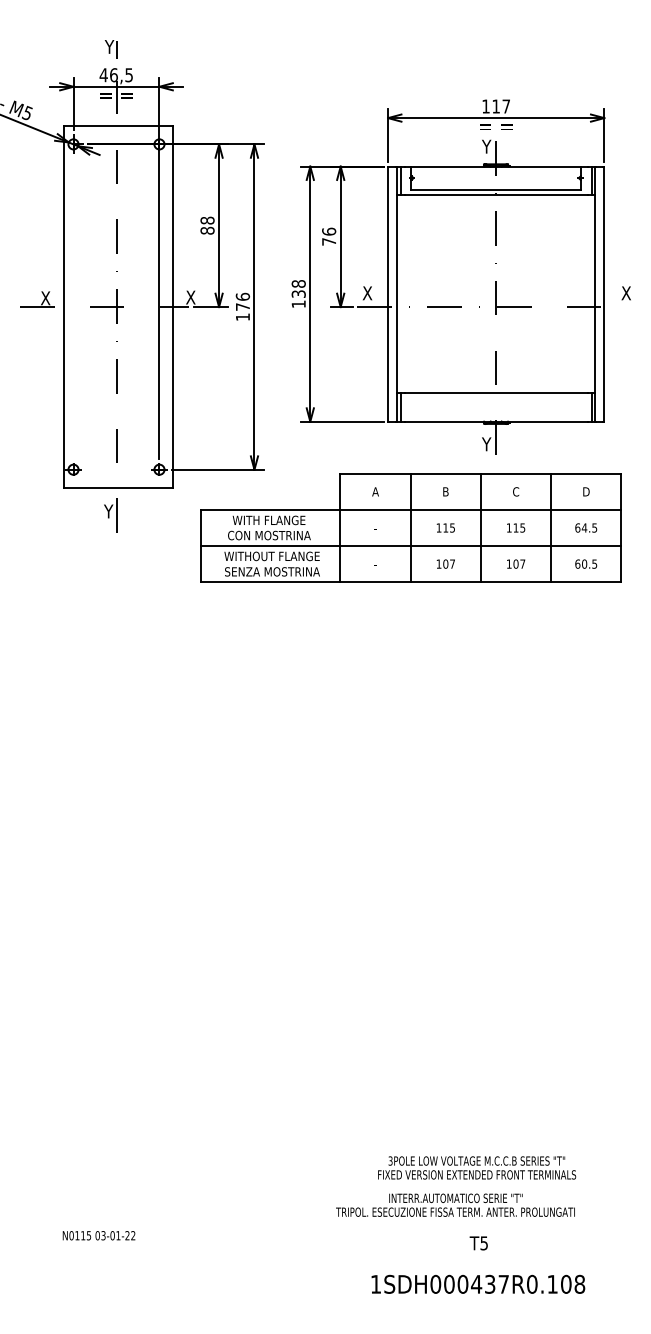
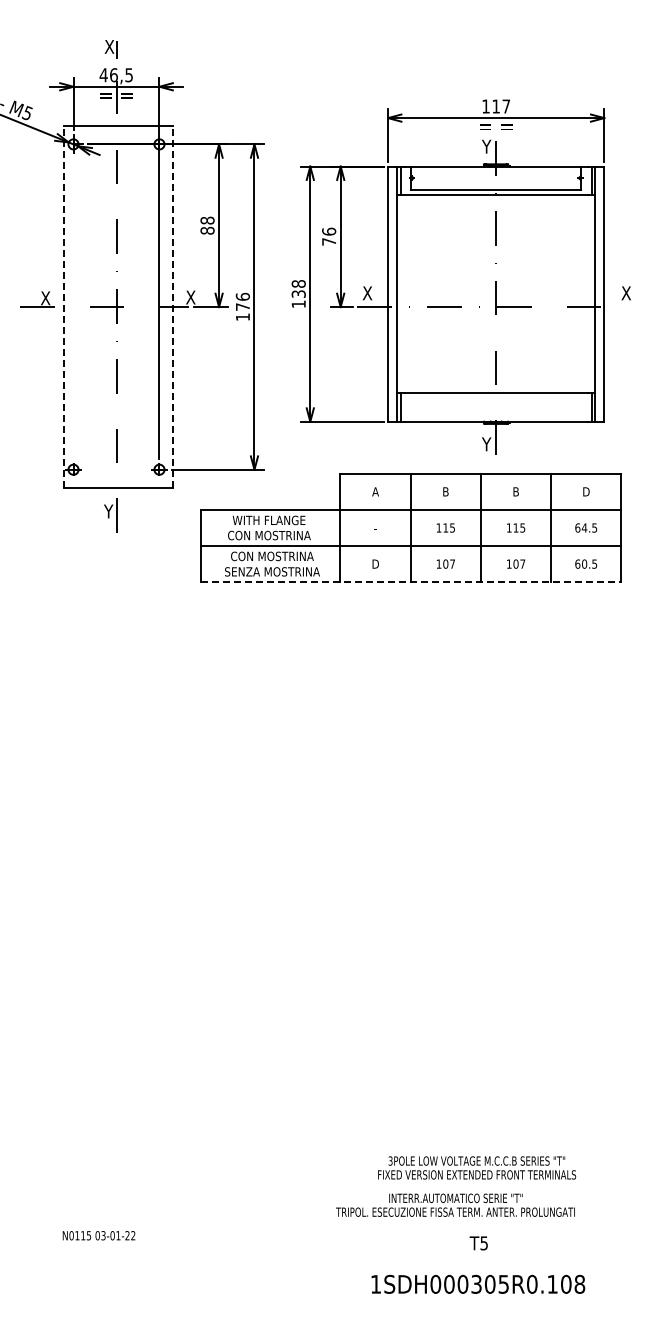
text at (109, 46): Y -> X
line at (64, 306): solid -> dashed
line at (173, 306): solid -> dashed
text at (516, 491): C -> B
text at (271, 556): WITHOUT FLANGE -> CON MOSTRINA
text at (375, 563): - -> D
line at (411, 582): solid -> dashed
text at (489, 1283): 1SDH000437R0.108 -> 1SDH000305R0.108
